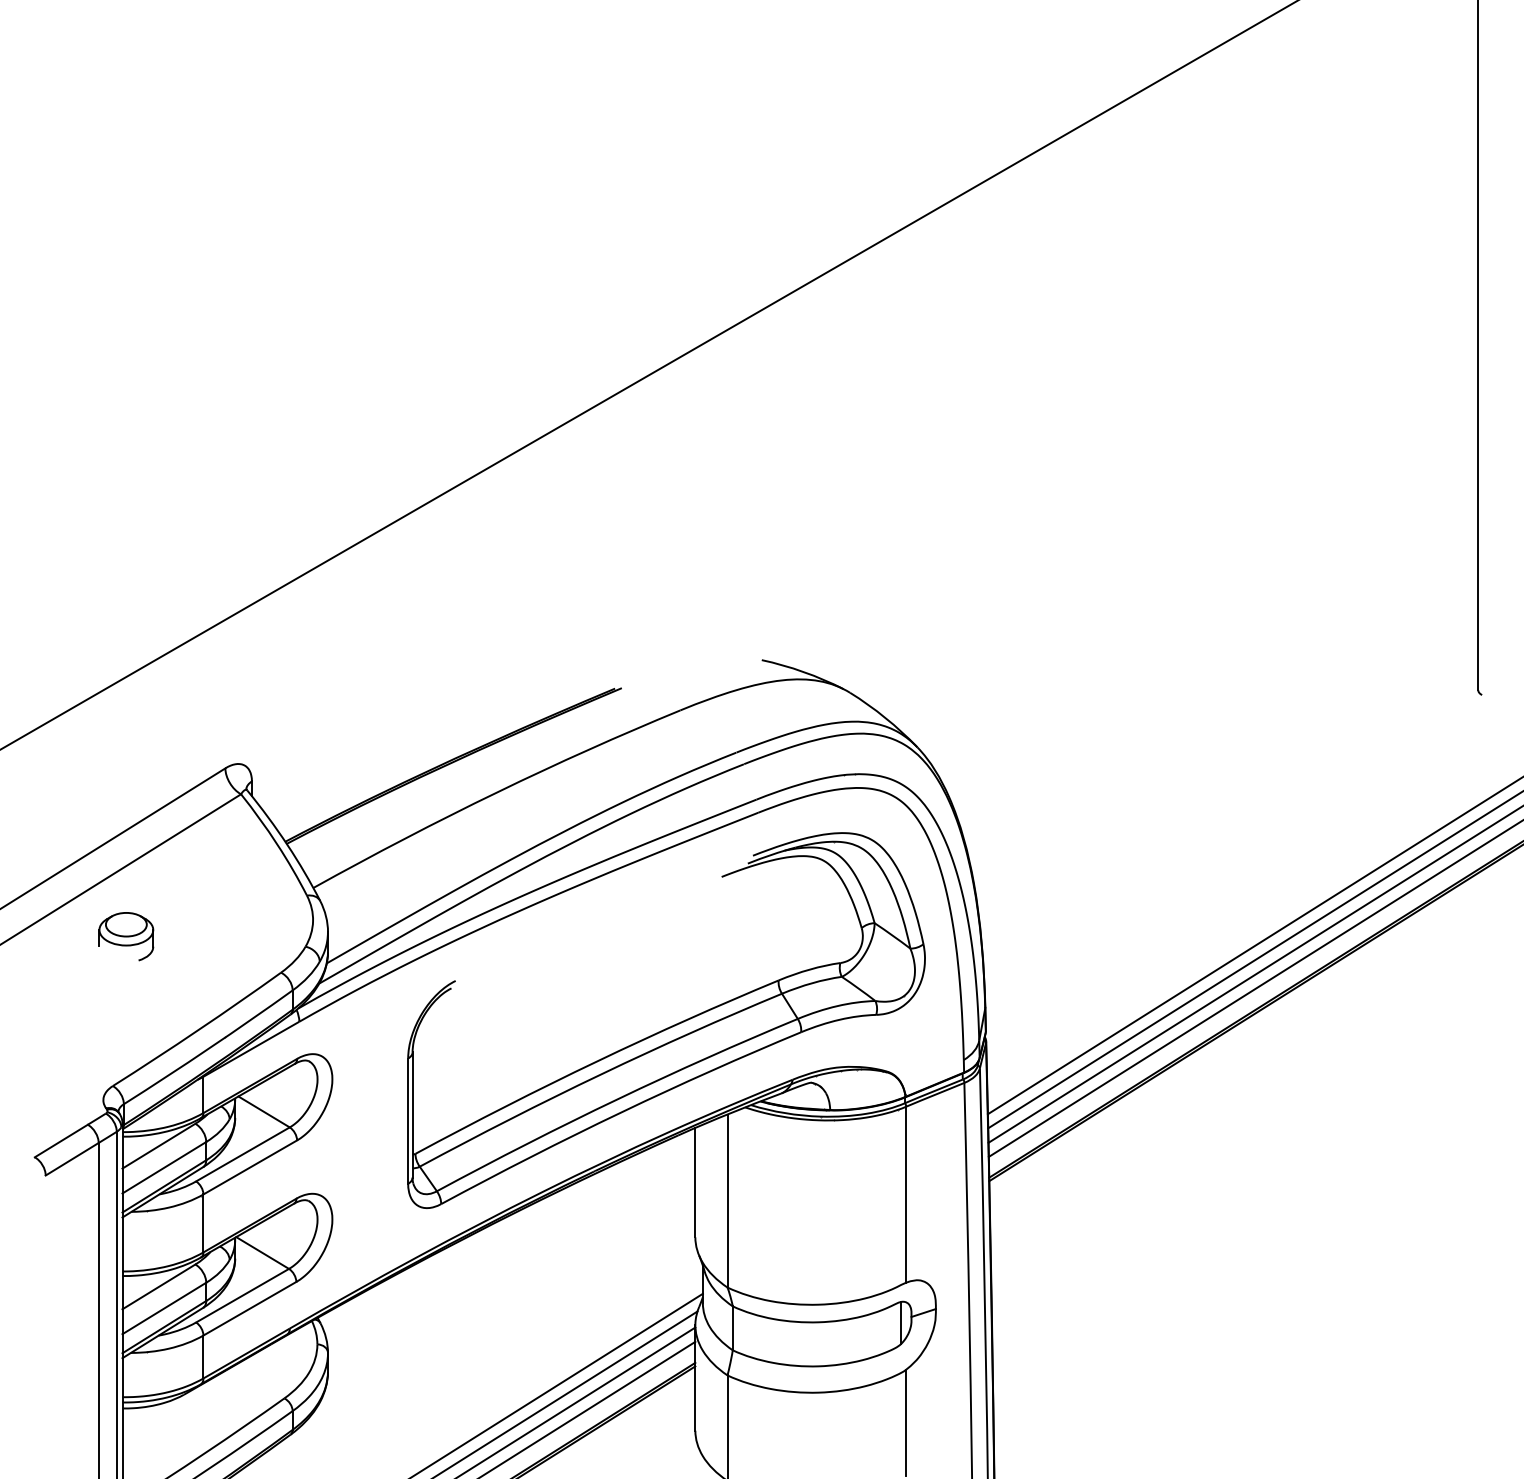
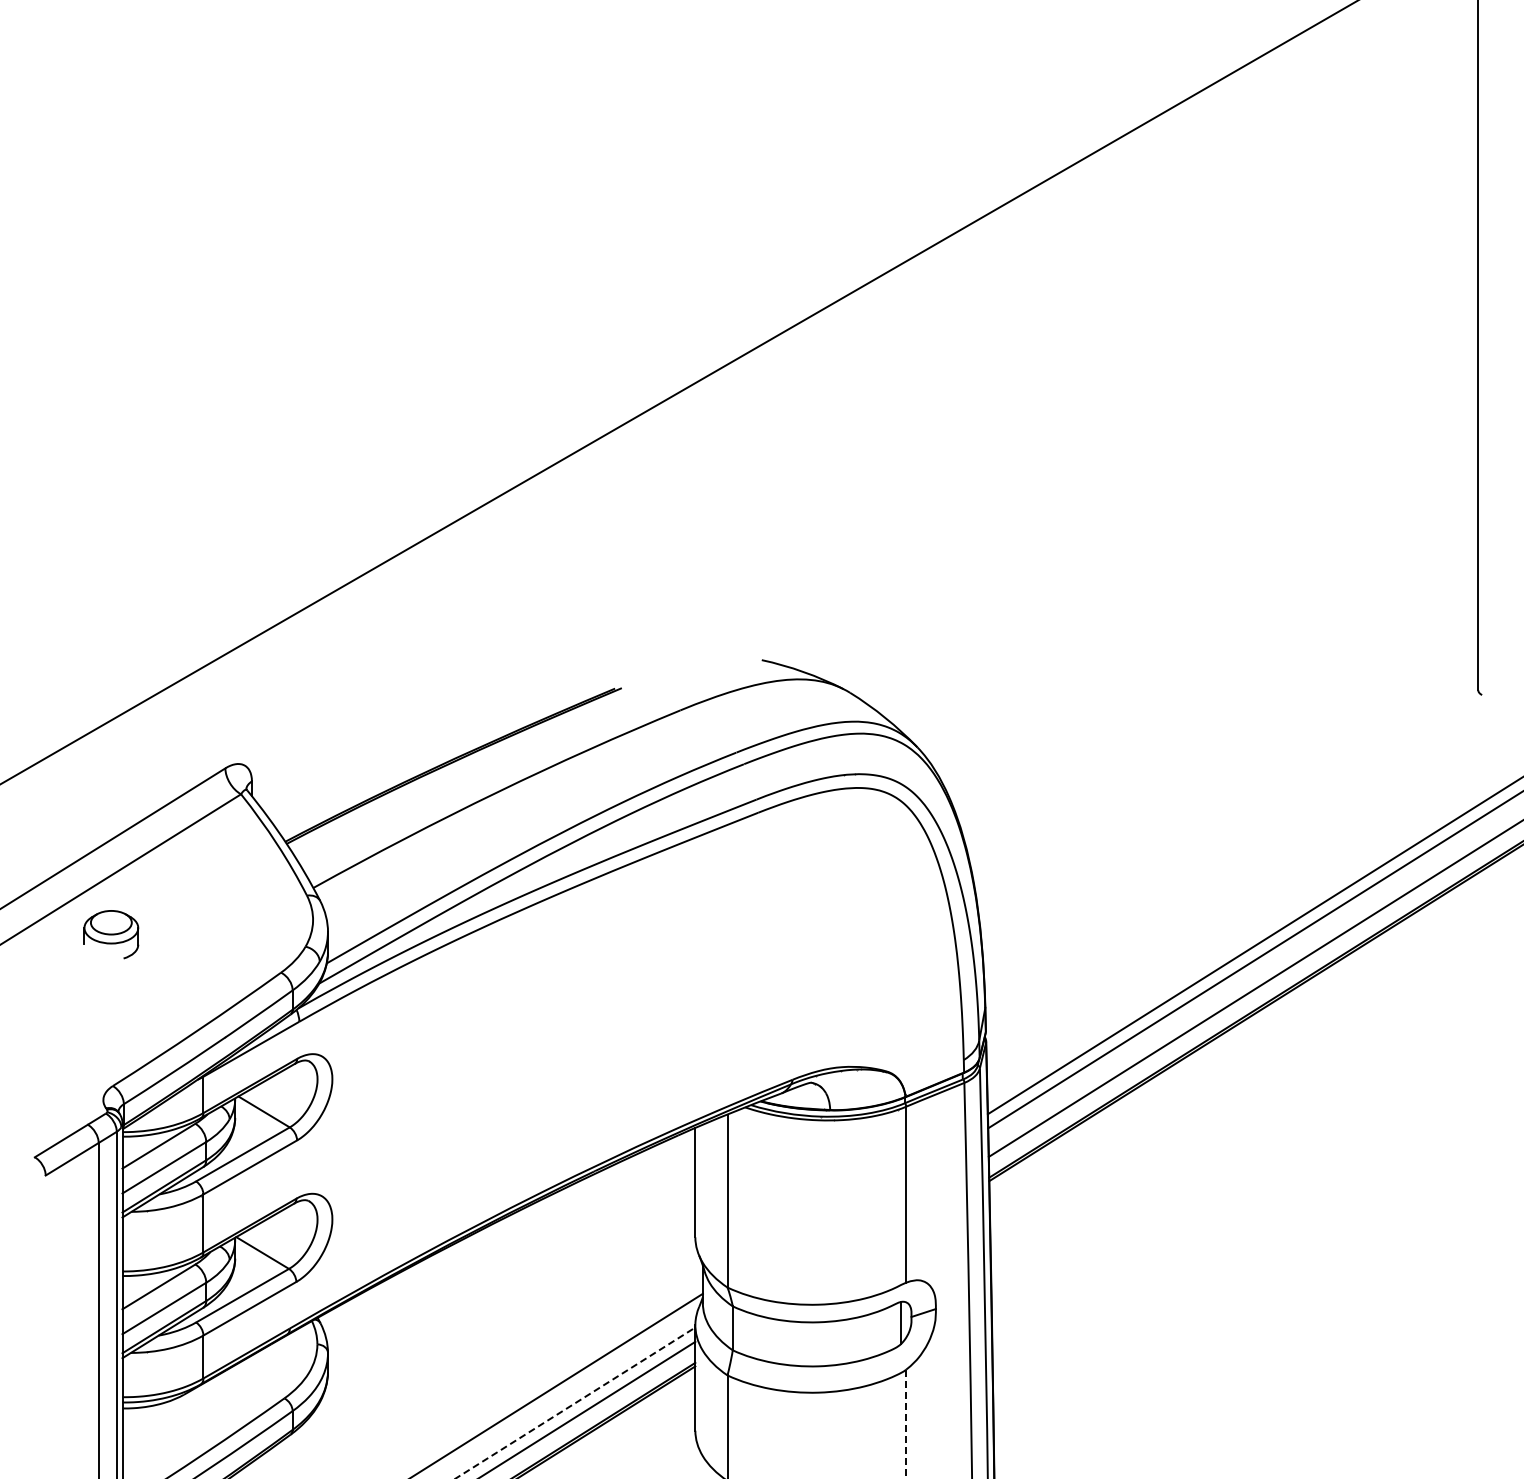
line at (648, 375) position: (648, 375) -> (678, 392)
part at (126, 936) position: (126, 936) -> (111, 934)
line at (1254, 974): present -> none
part at (669, 1026): present -> none
line at (566, 1393): present -> none
line at (575, 1403): solid -> dashed
line at (906, 1423): solid -> dashed
